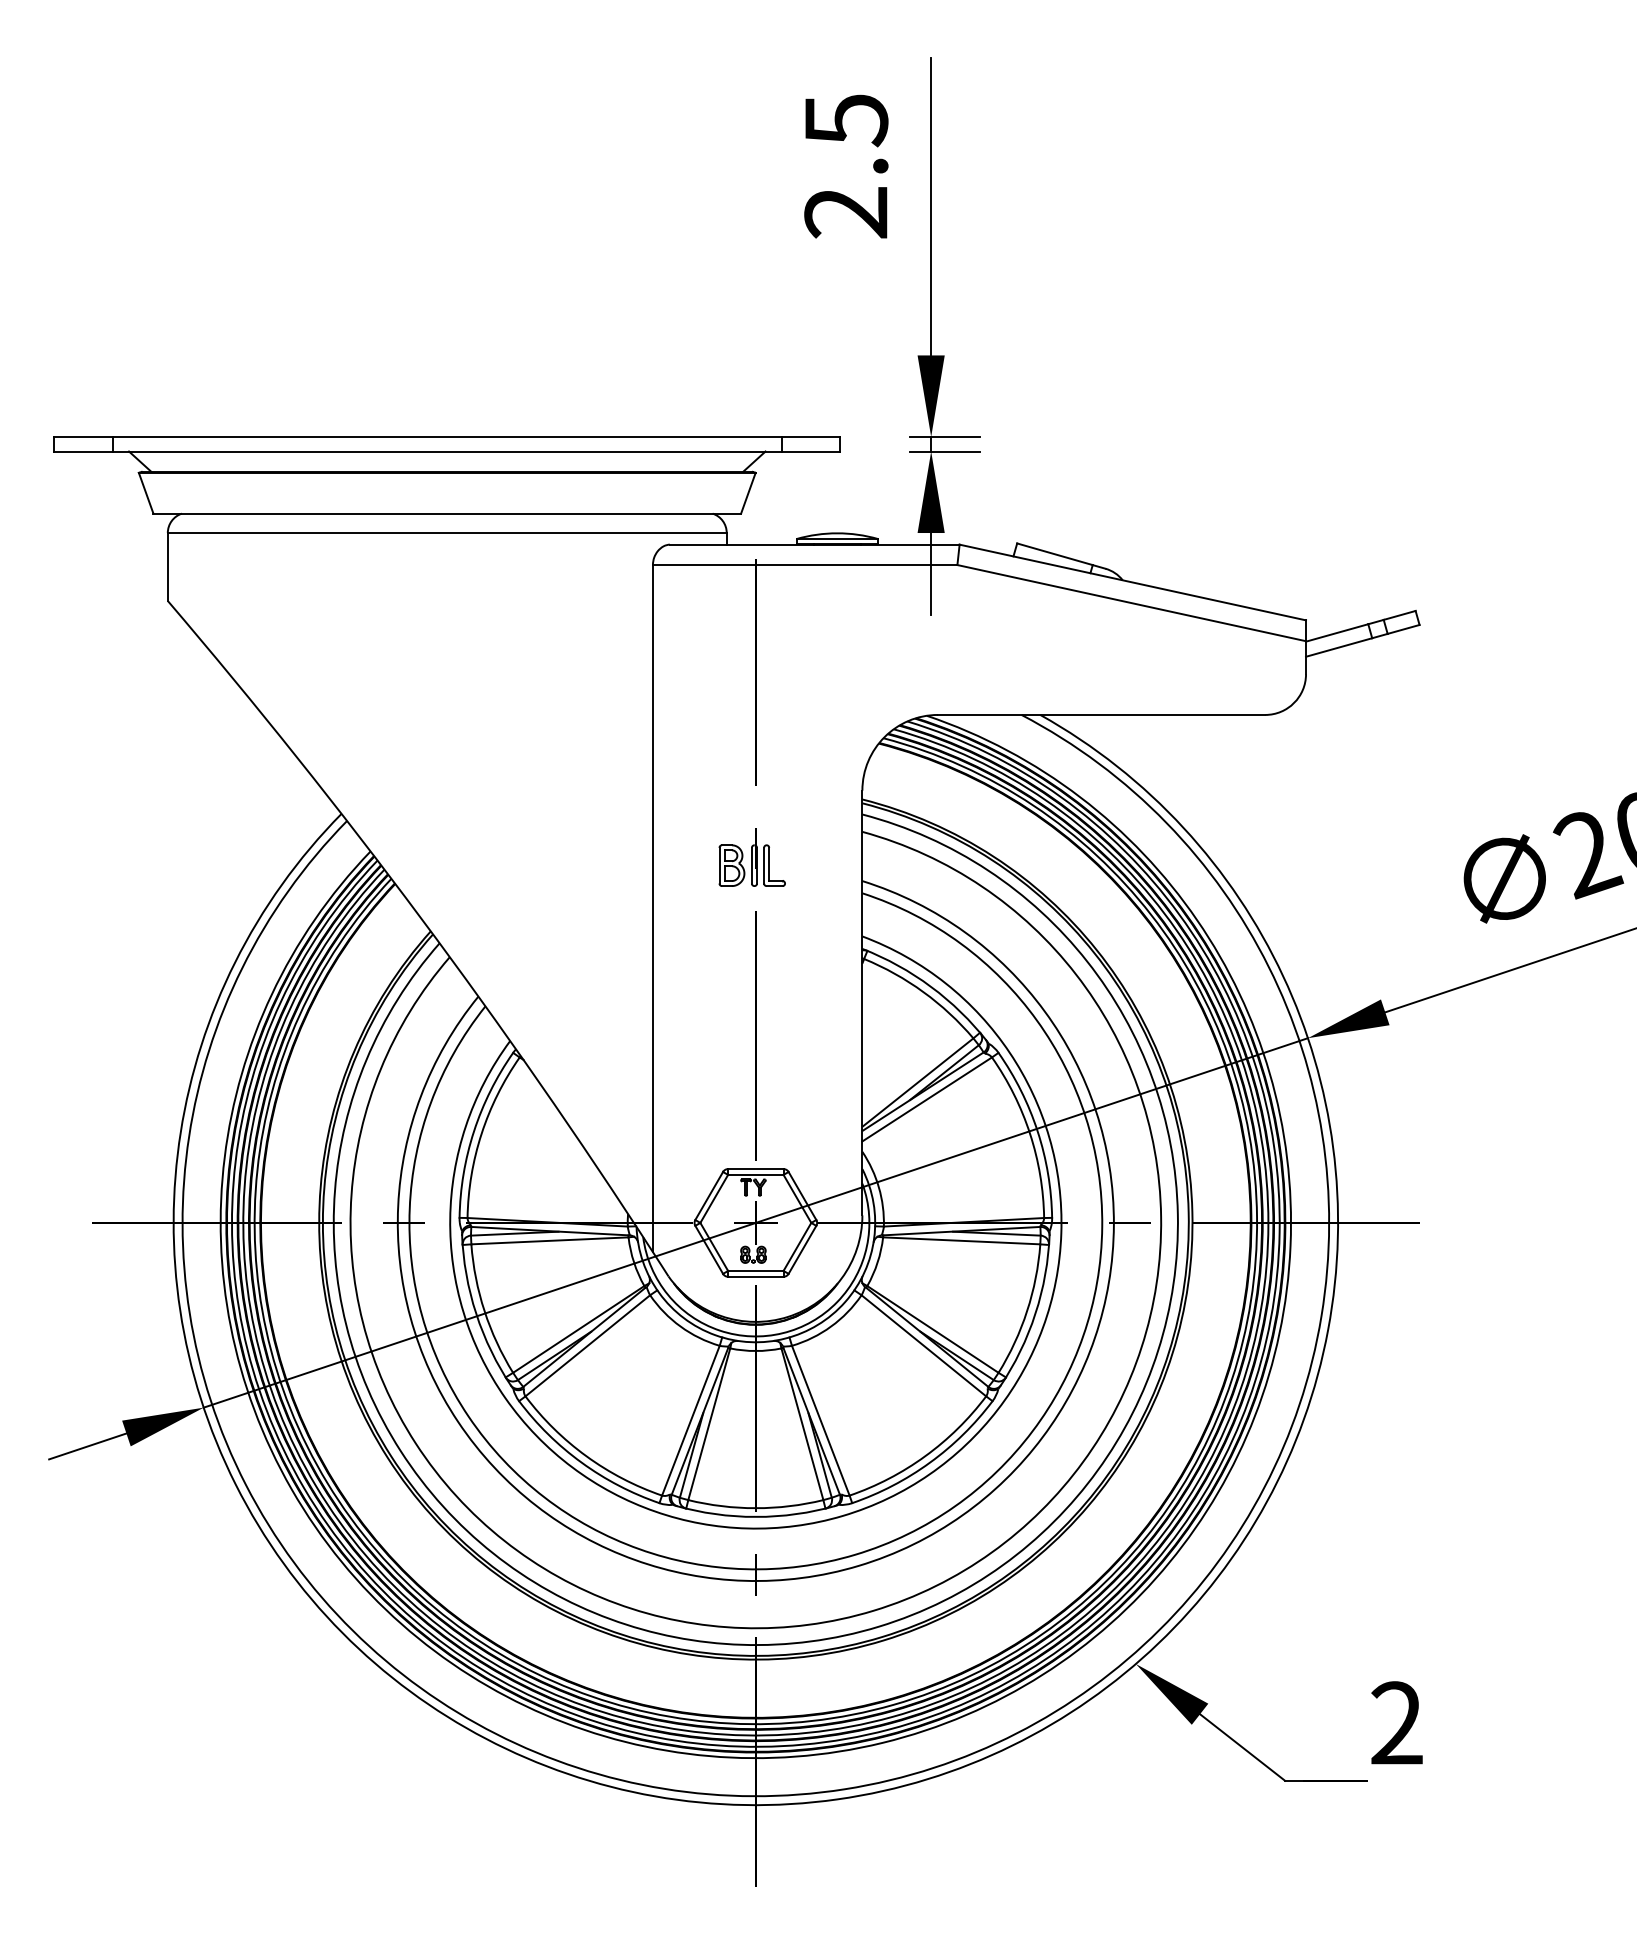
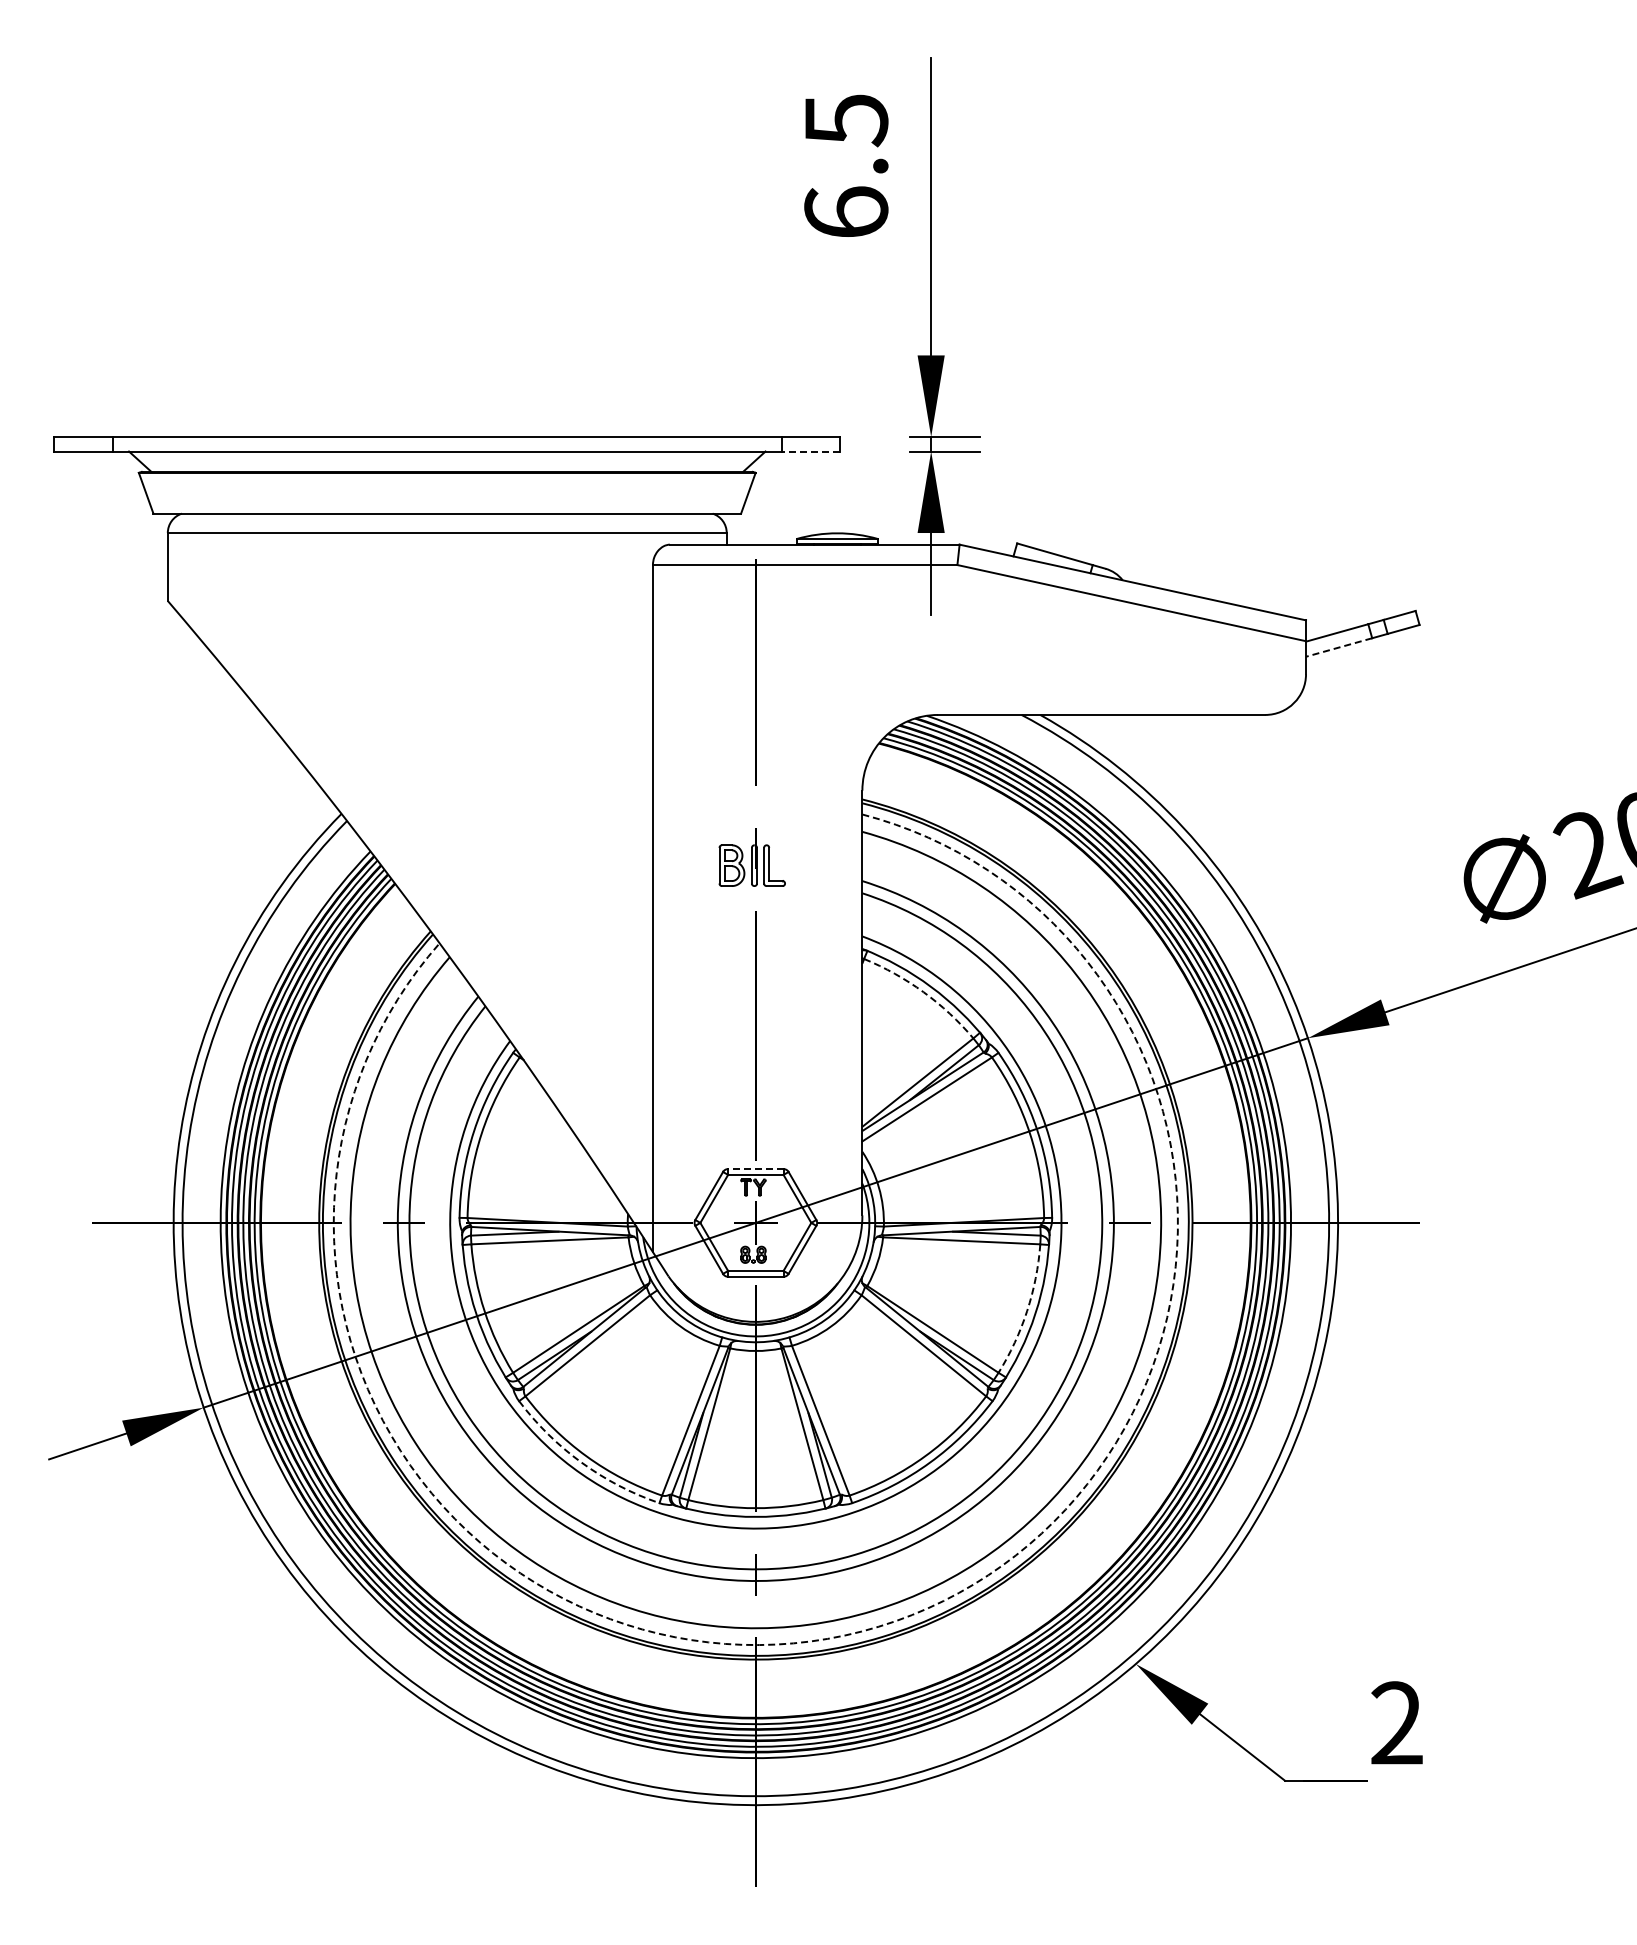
text at (846, 212): 2.5 -> 6.5
line at (810, 451): solid -> dashed
line at (1338, 647): solid -> dashed
arc at (923, 992): solid -> dashed
line at (755, 1169): solid -> dashed
arc at (1027, 1311): solid -> dashed
arc at (581, 1462): solid -> dashed
arc at (878, 1626): solid -> dashed
